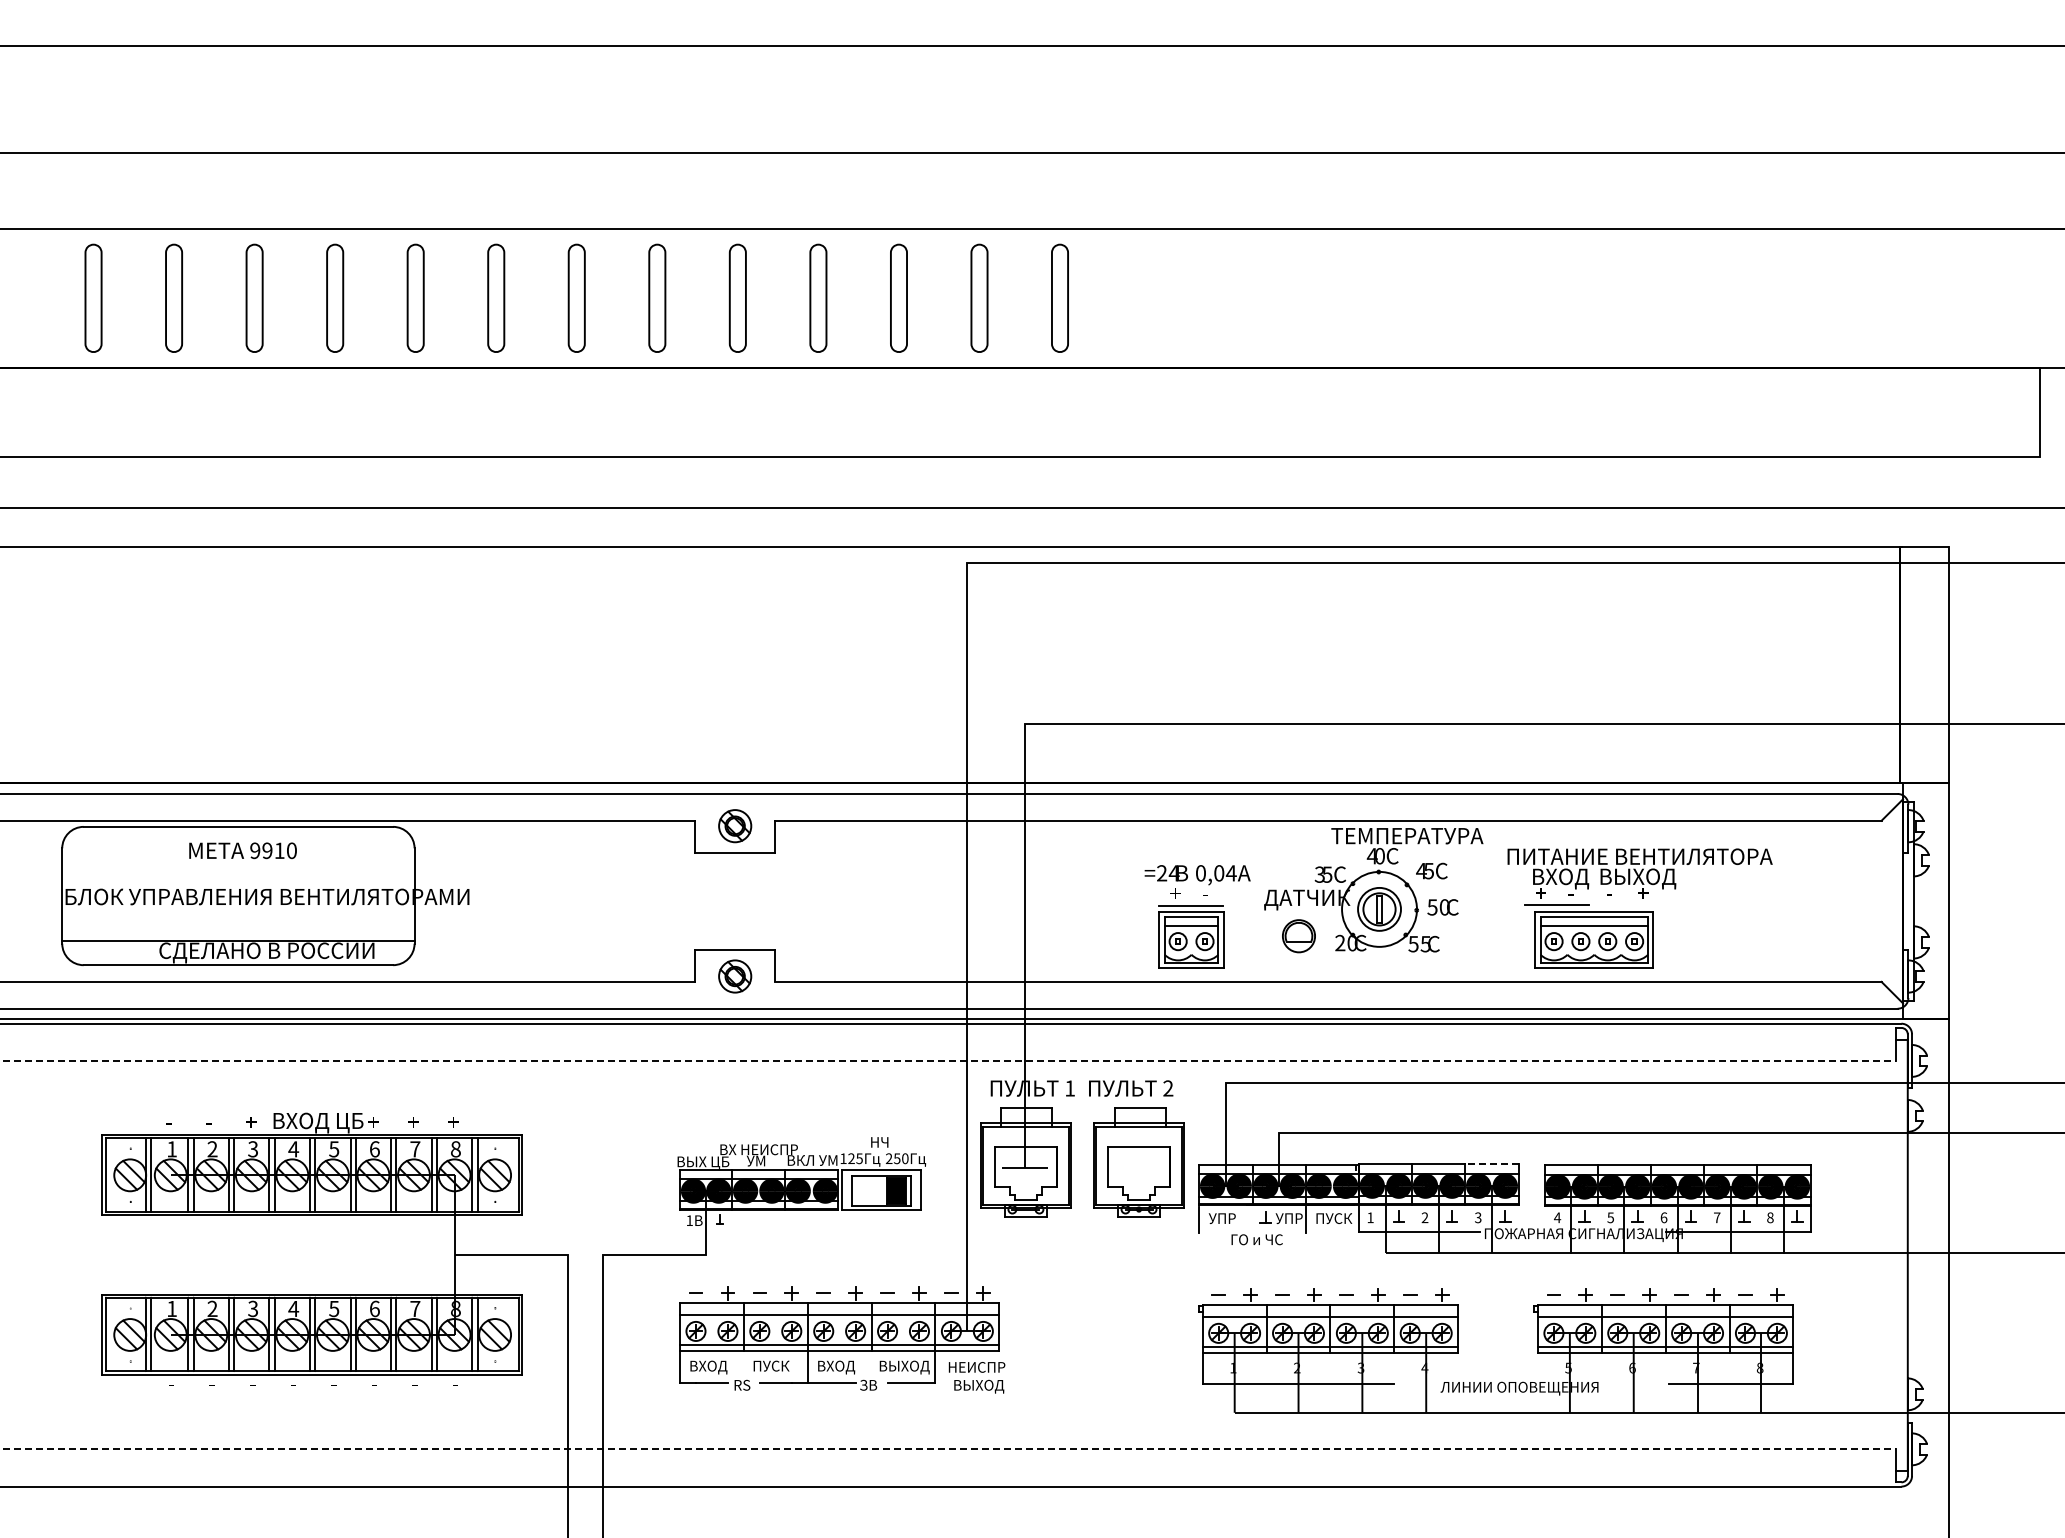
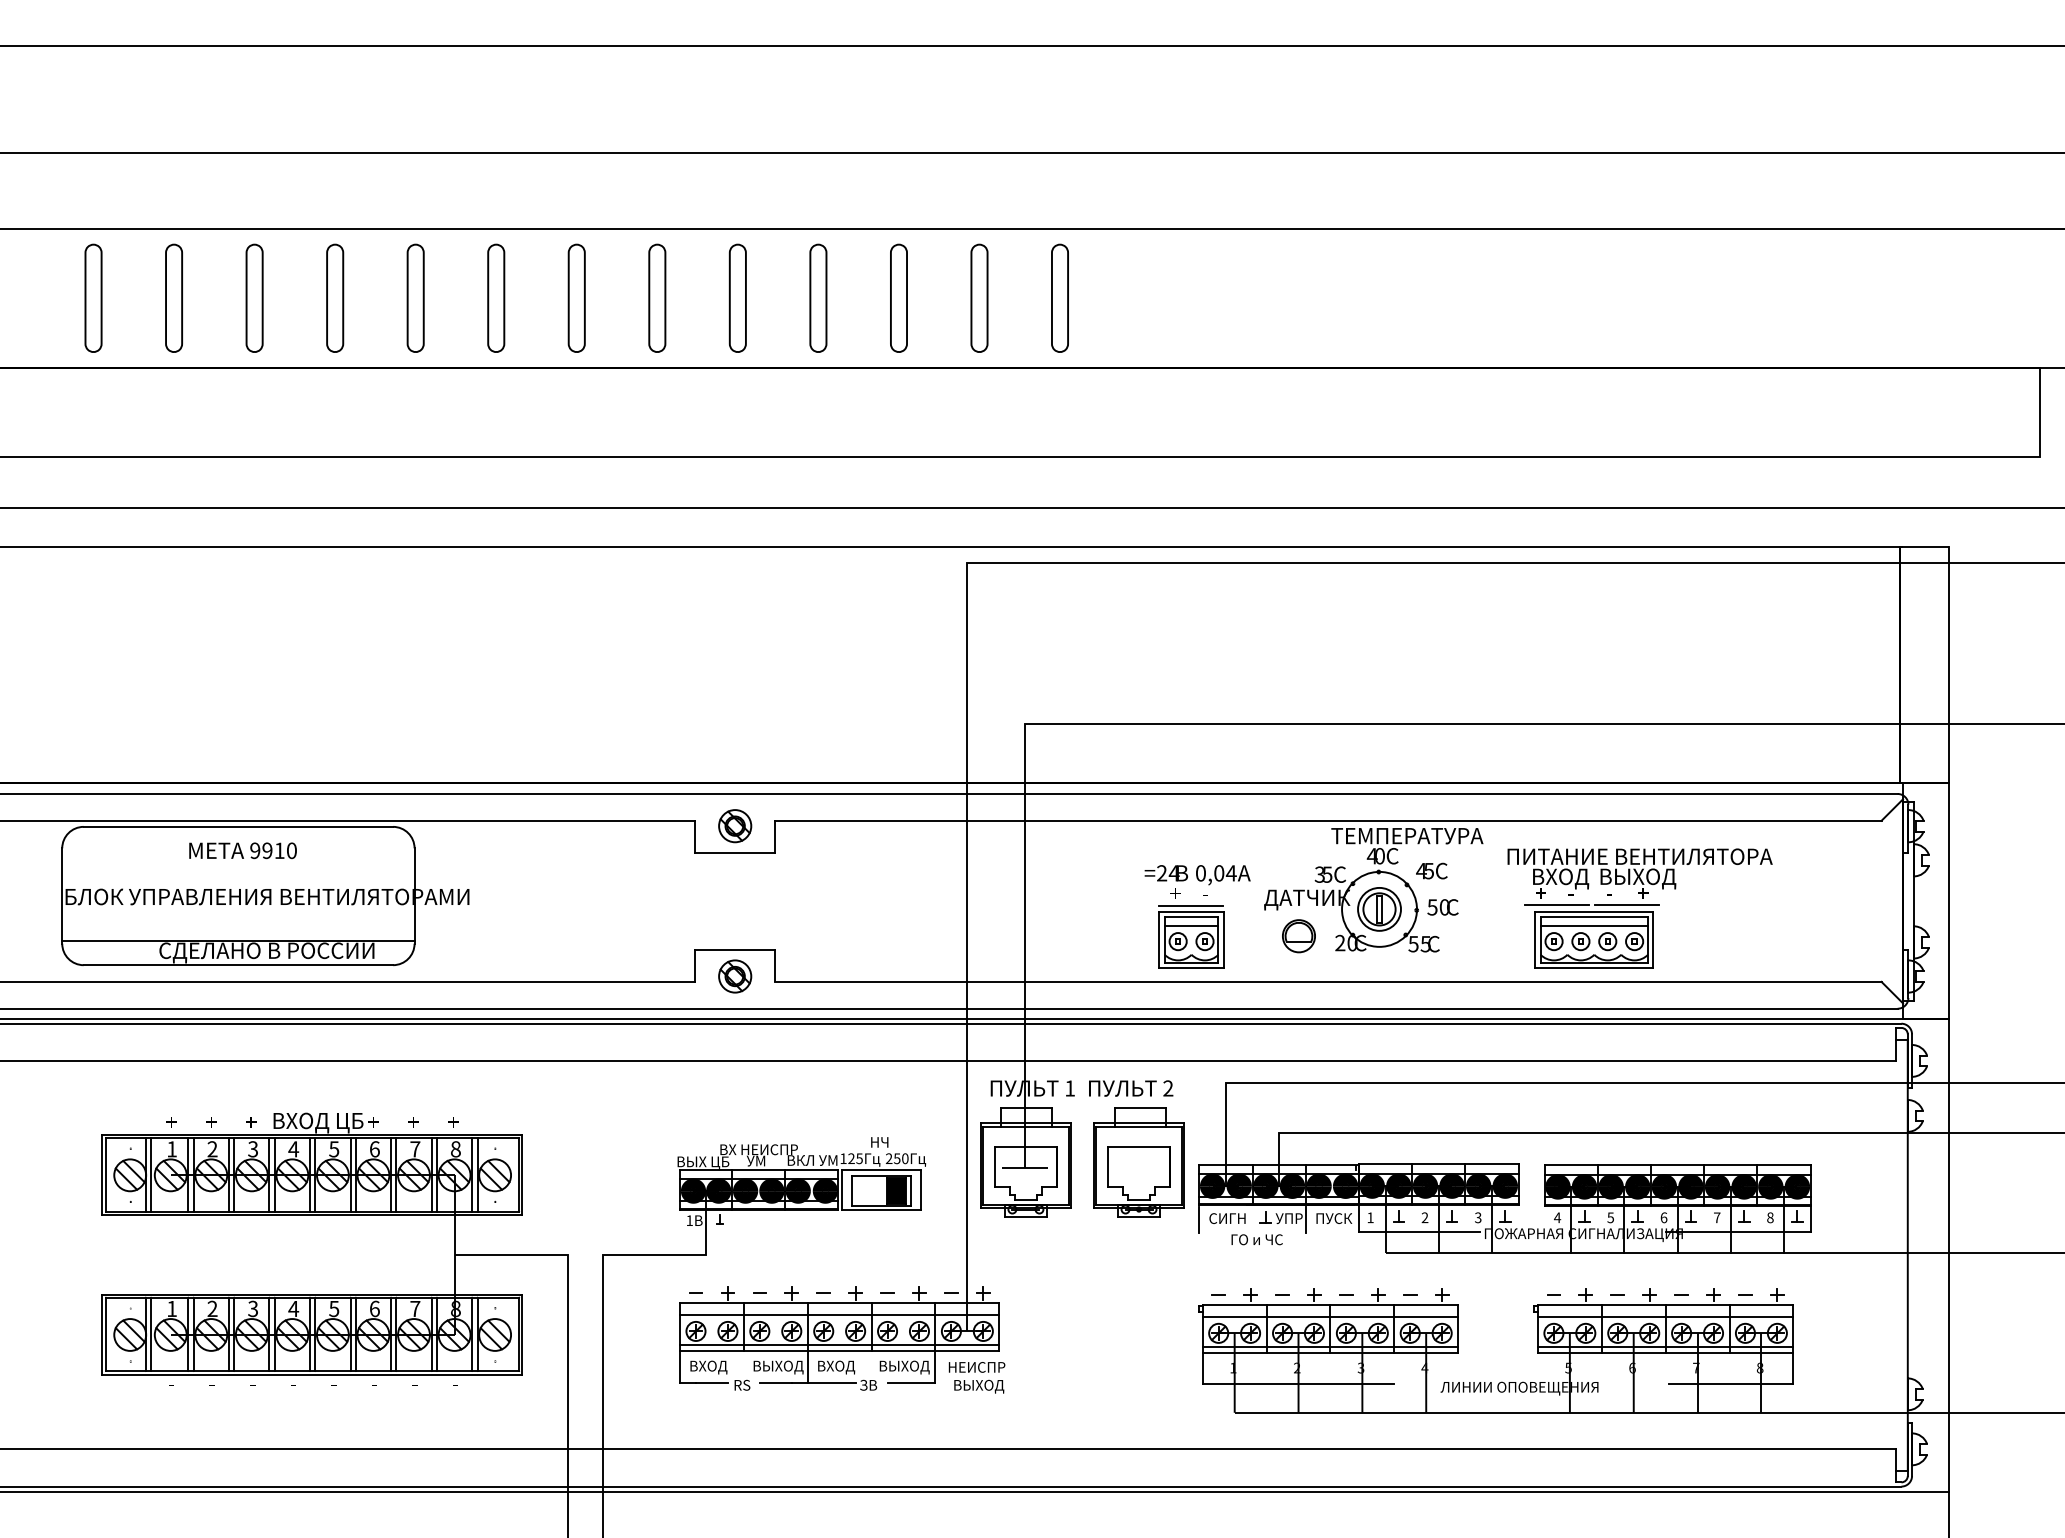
line at (1627, 905): none -> present
line at (948, 1060): dashed -> solid
text at (171, 1122): - -> +
text at (211, 1122): - -> +
line at (1491, 1164): dashed -> solid
text at (1226, 1218): УПР -> СИГН
text at (779, 1367): ПУСК -> ВЫХОД
line at (948, 1449): dashed -> solid
line at (975, 1491): none -> present
